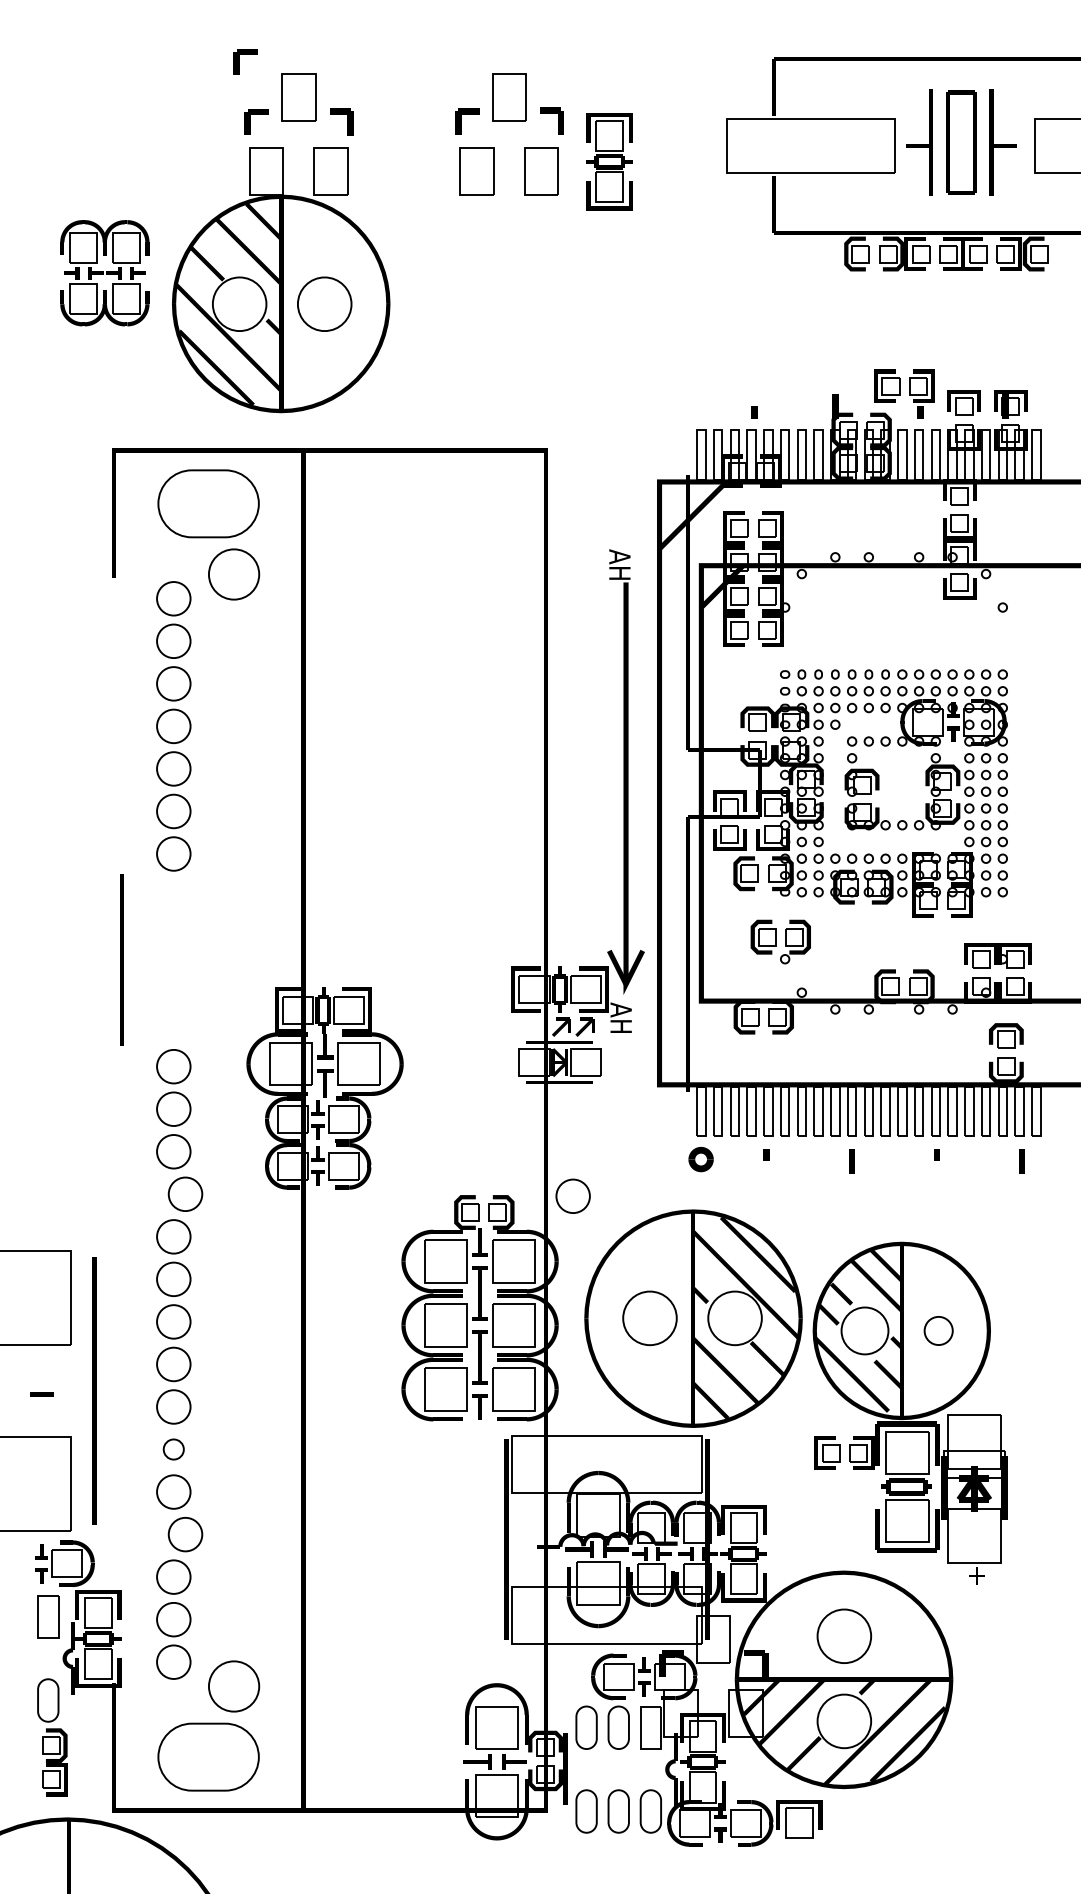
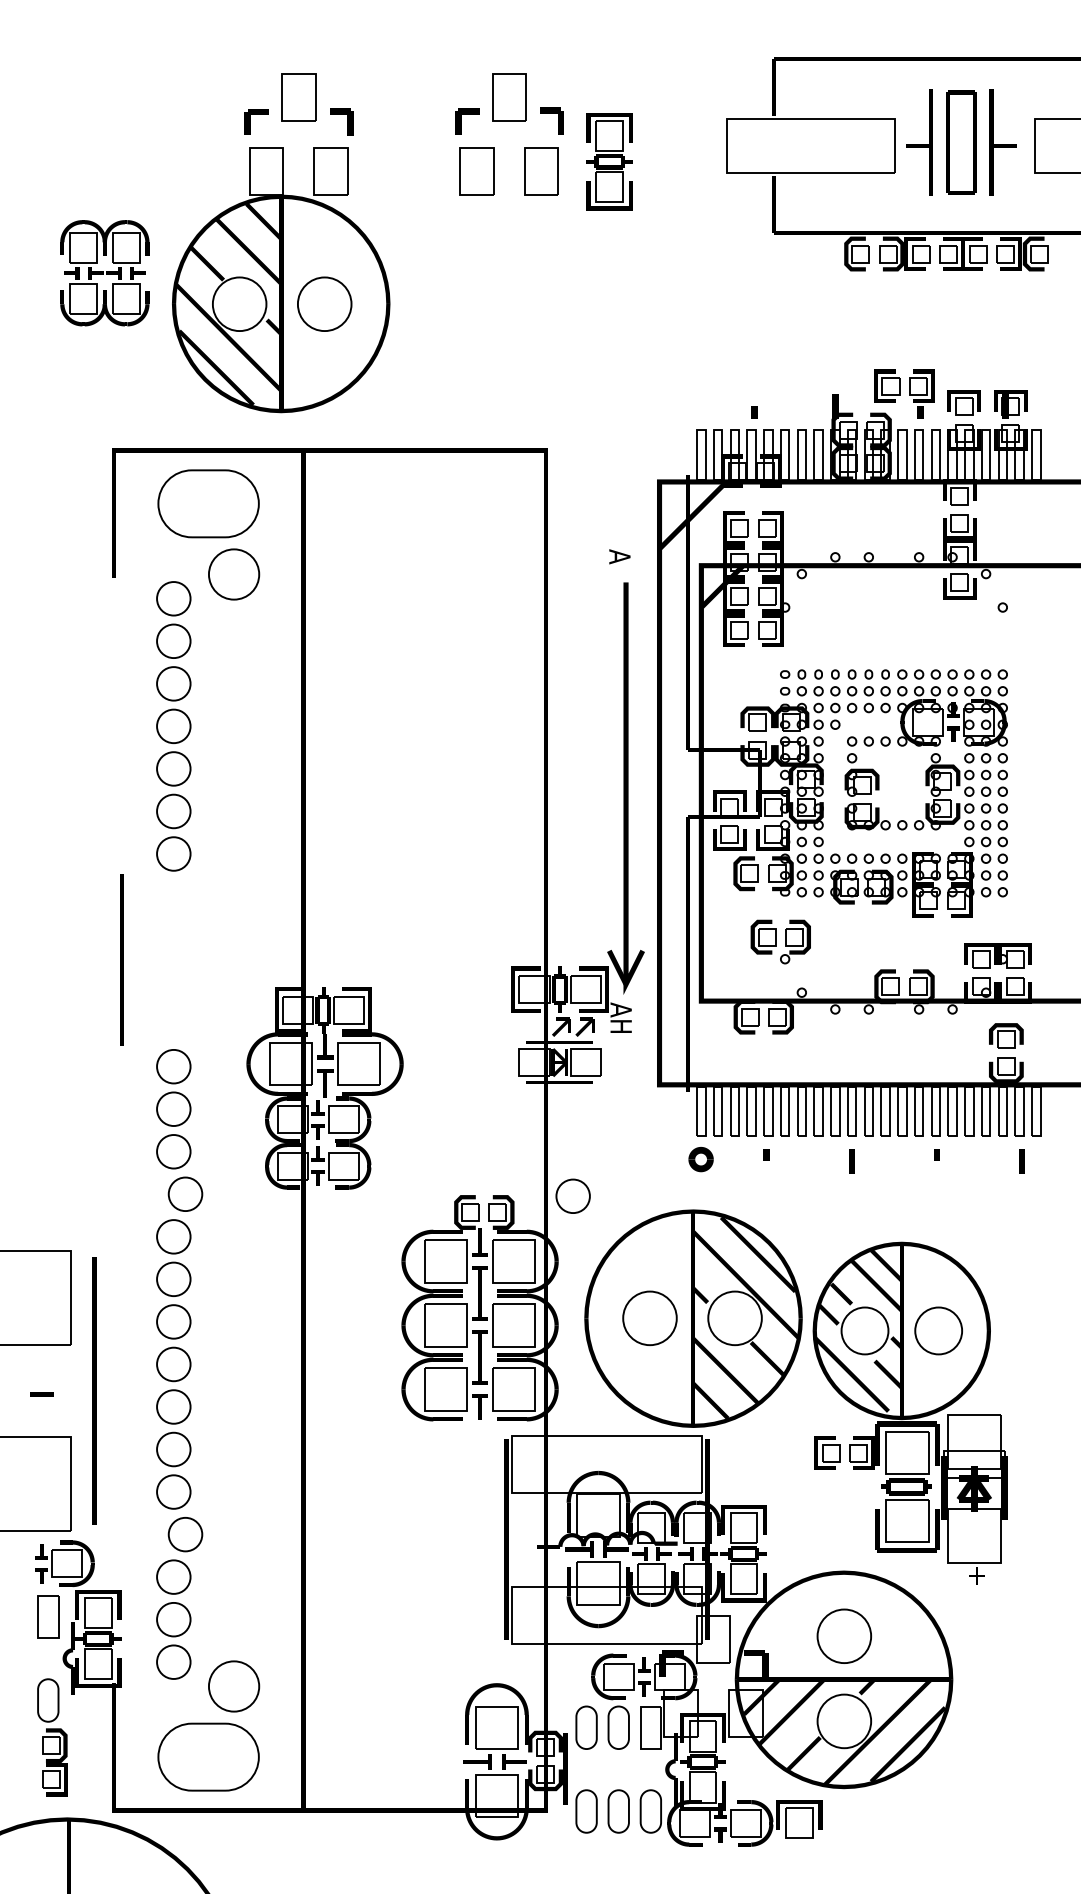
part at (245, 61): present -> none
text at (619, 573): AH -> A
circle at (938, 1330) diameter: 28 px -> 47 px
circle at (173, 1449) diameter: 20 px -> 34 px
